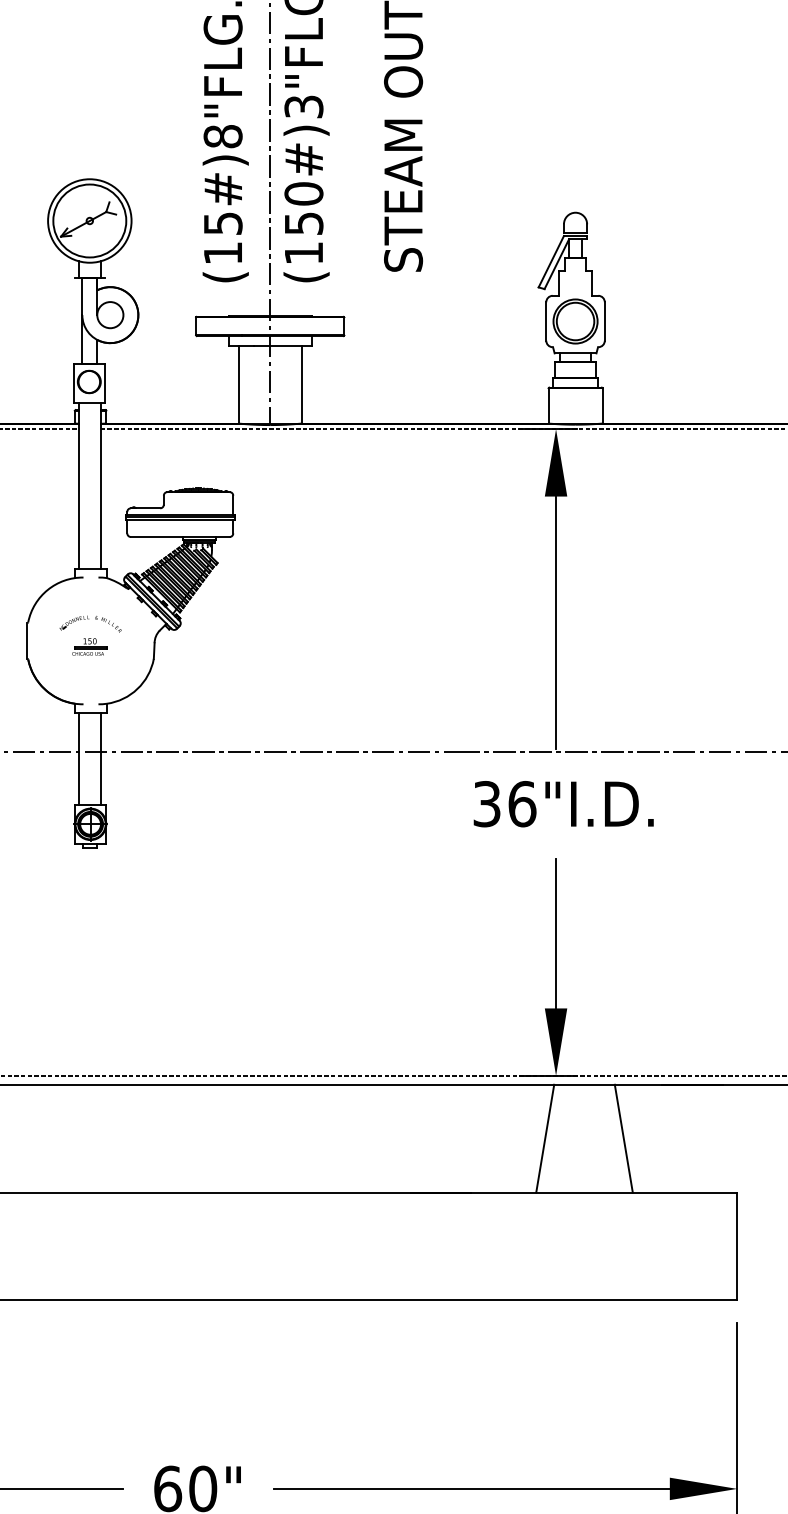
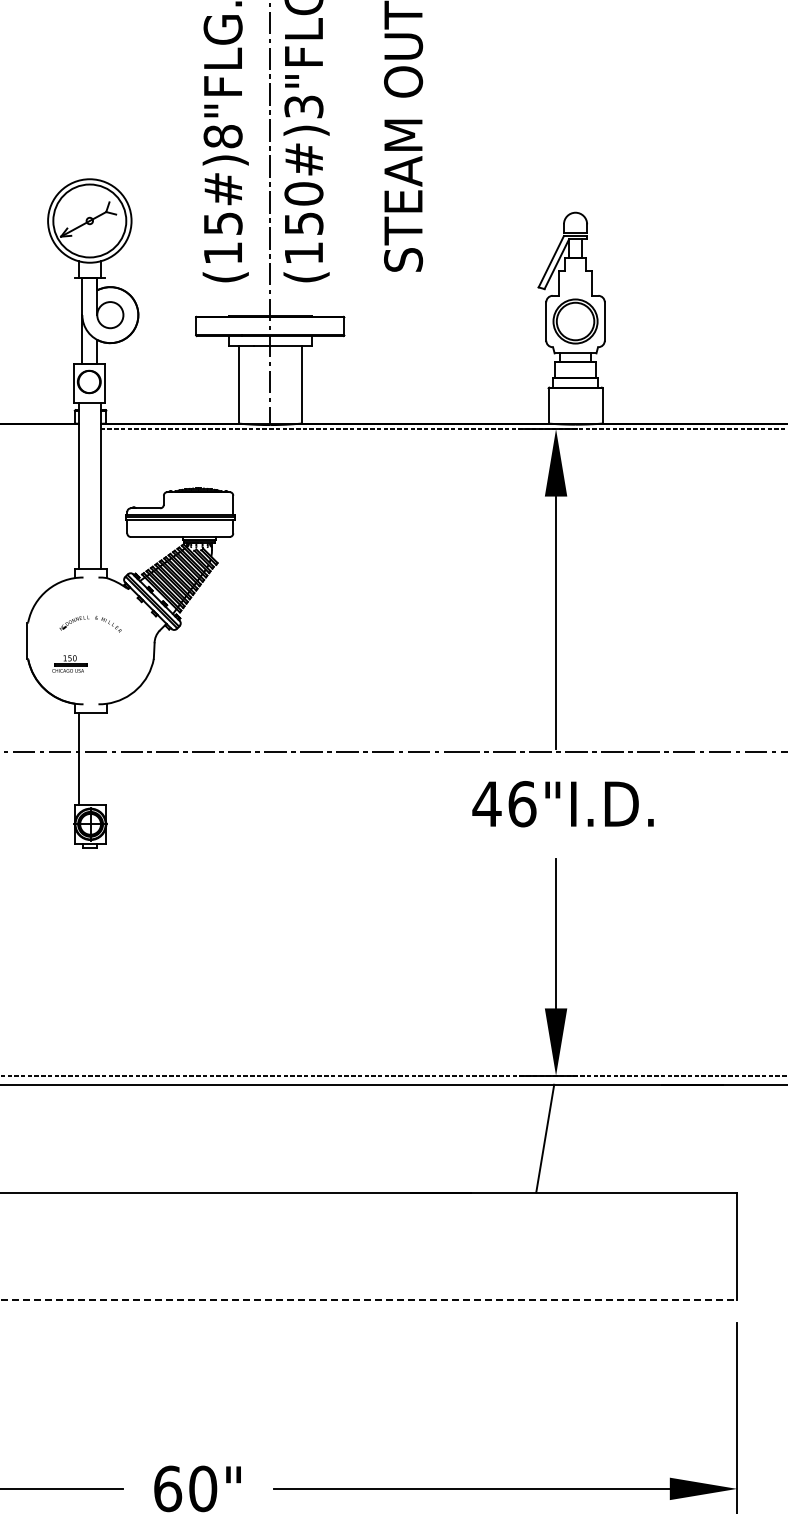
line at (40, 429): present -> none
part at (89, 646) position: (89, 646) -> (69, 663)
line at (100, 758): present -> none
text at (486, 804): 36"I.D. -> 46"I.D.
line at (623, 1138): present -> none
line at (369, 1300): solid -> dashed
